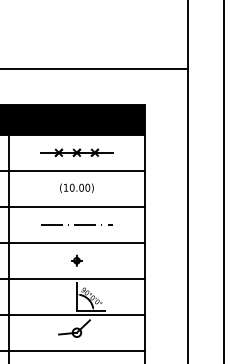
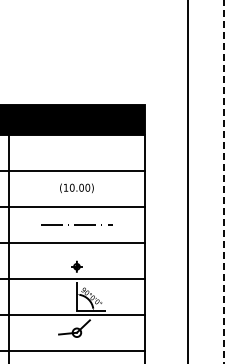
line at (94, 68): present -> none
part at (76, 152): present -> none
line at (223, 181): solid -> dashed
part at (76, 260) position: (76, 260) -> (76, 266)
